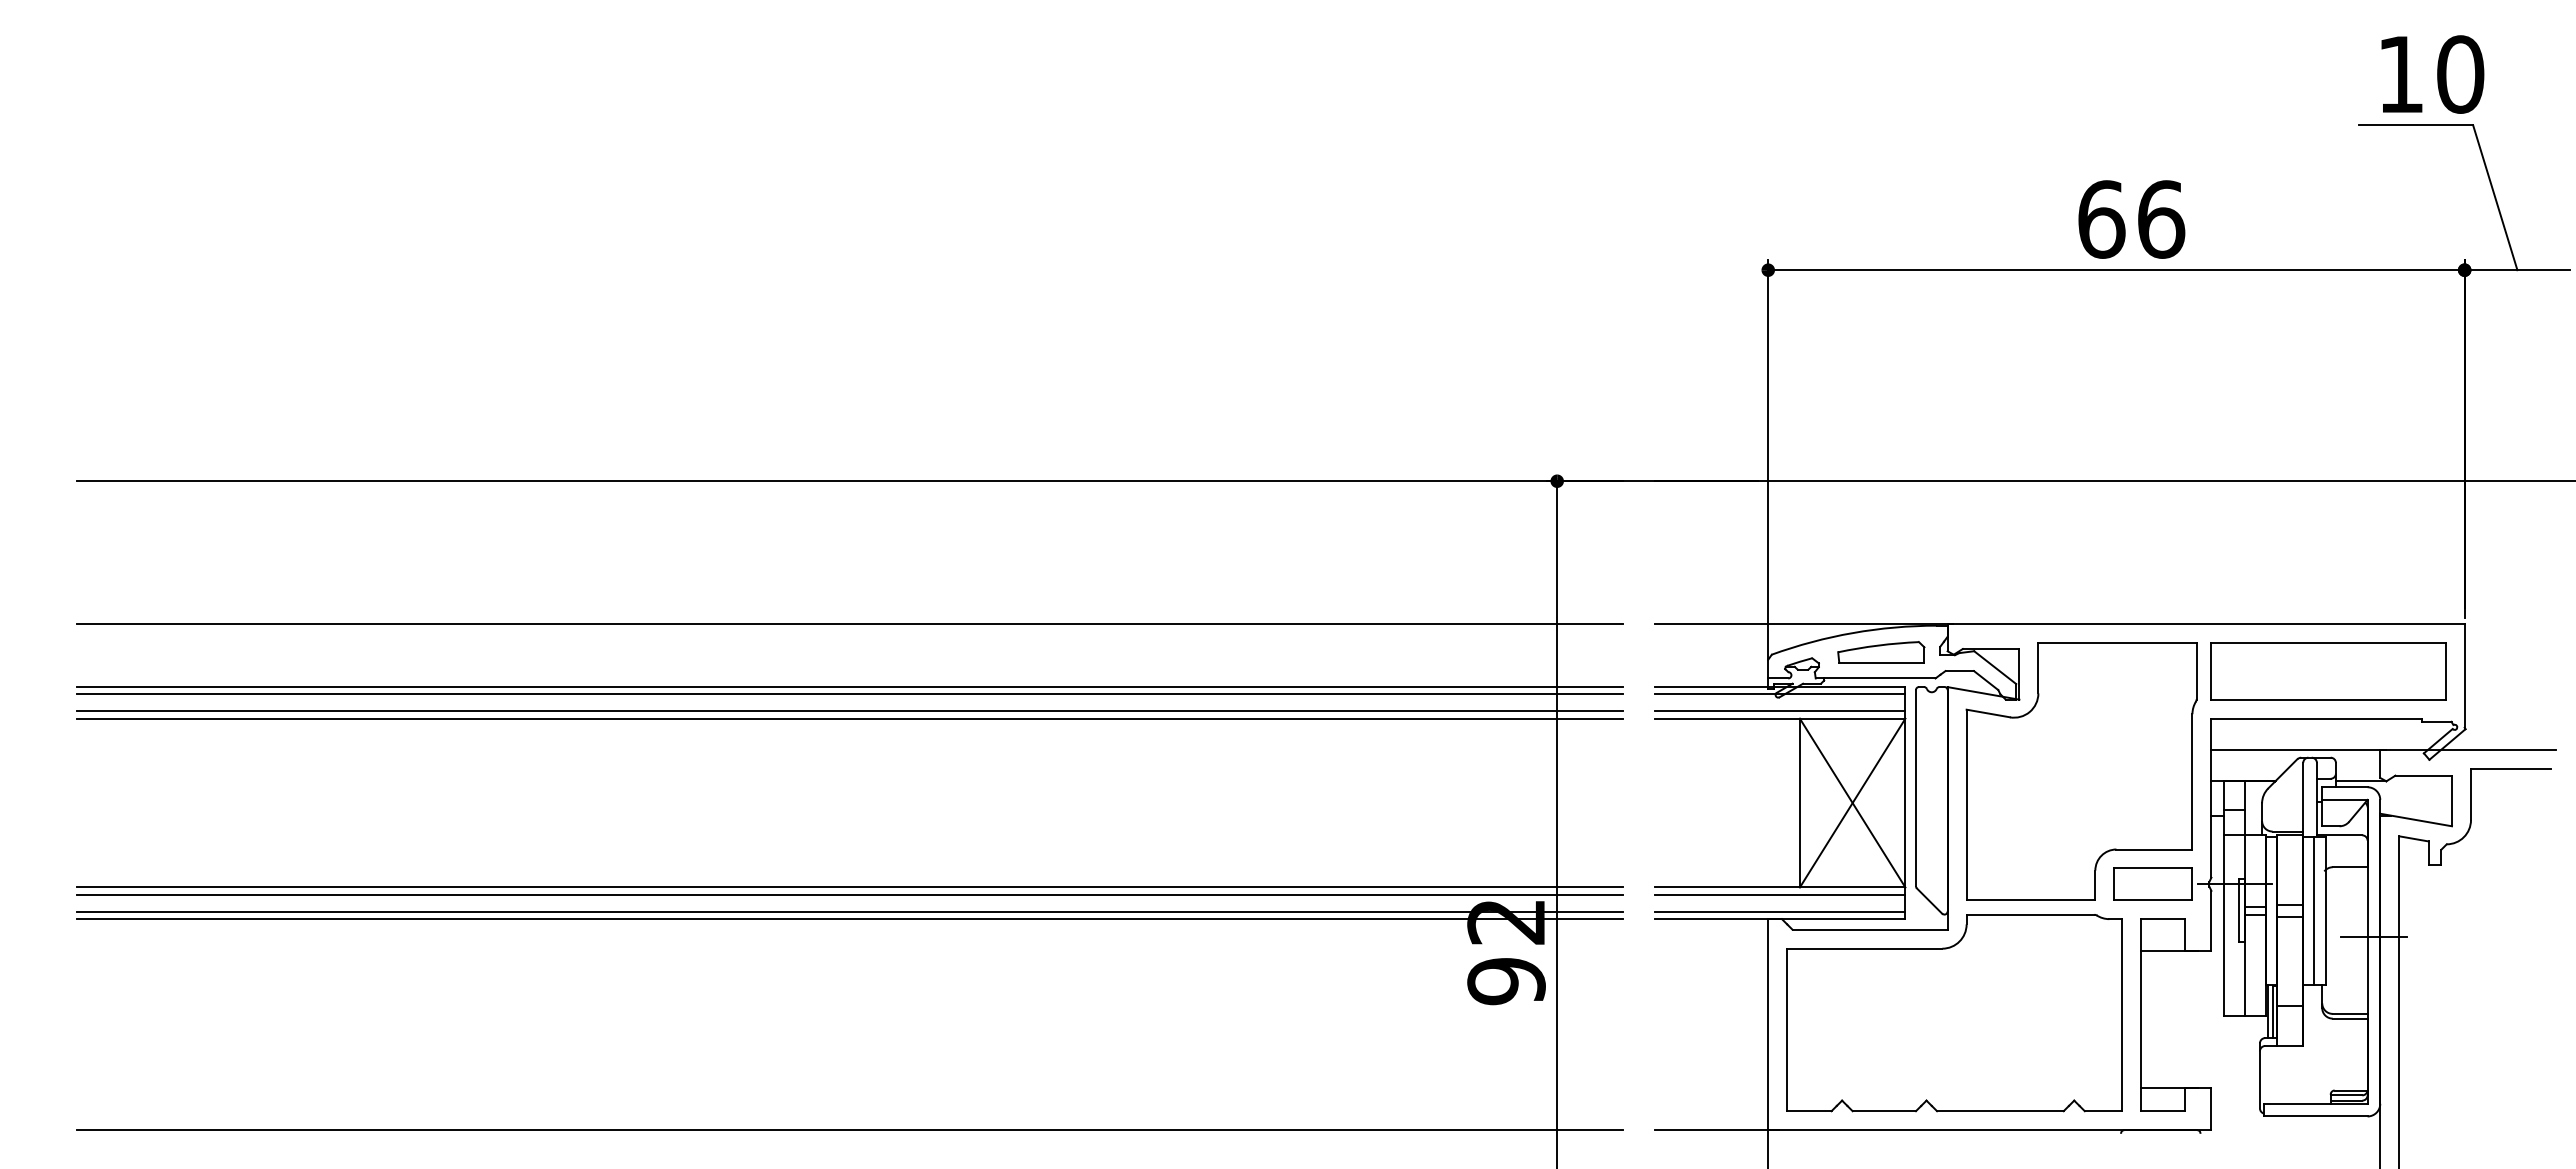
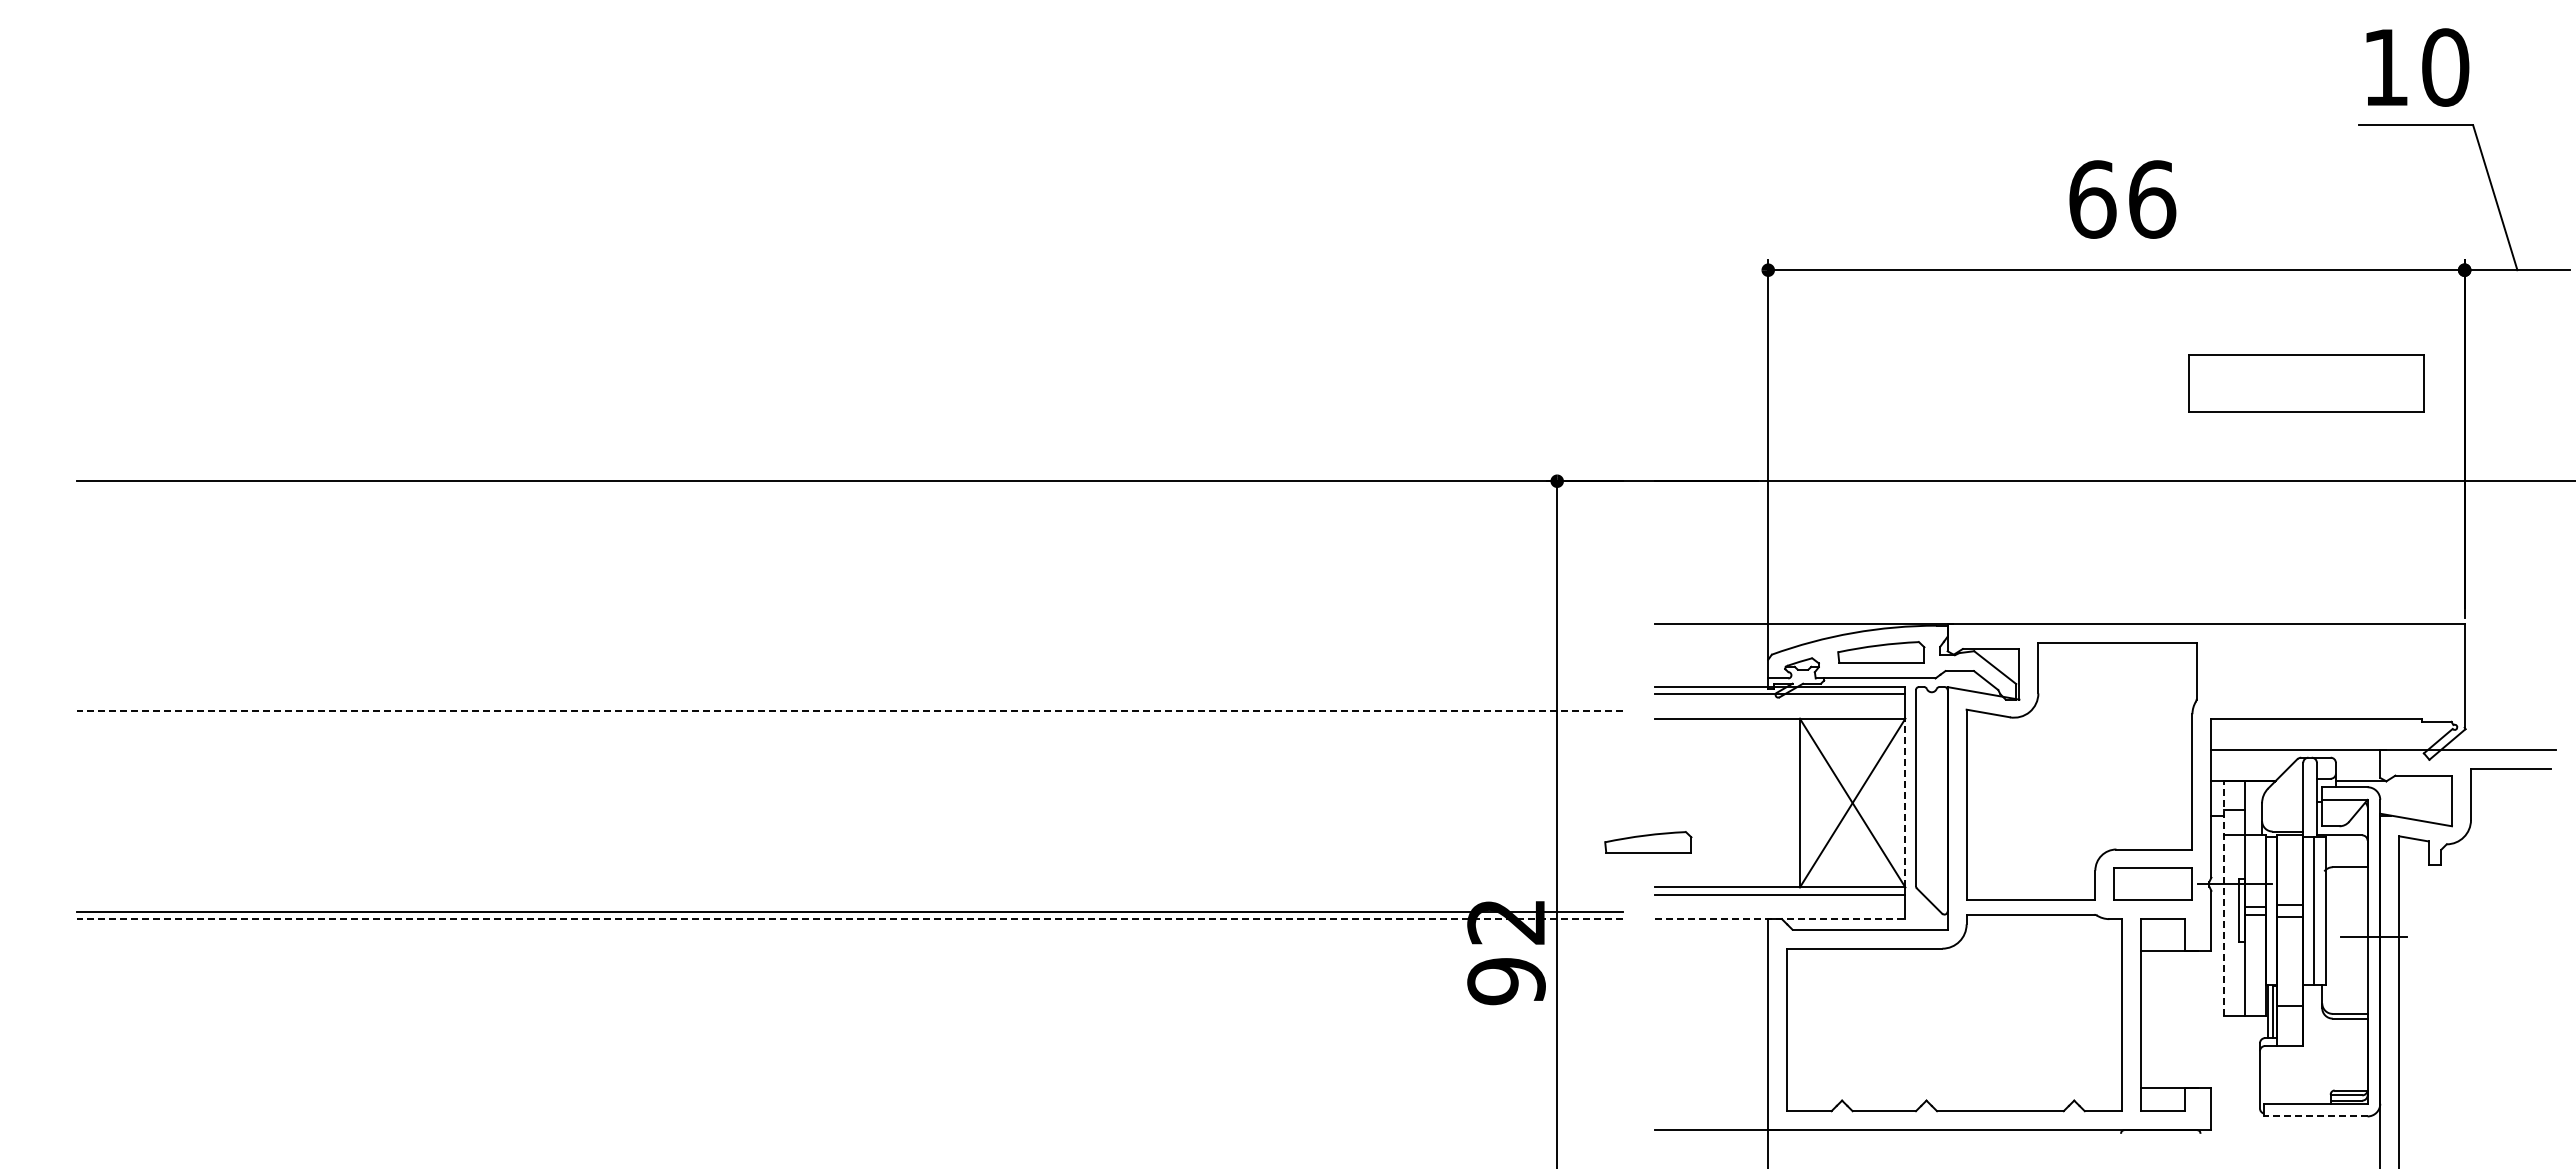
text at (2432, 74) position: (2432, 74) -> (2417, 67)
text at (2131, 219) position: (2131, 219) -> (2122, 199)
line at (850, 623): present -> none
part at (2328, 671) position: (2328, 671) -> (2306, 383)
line at (850, 687): present -> none
line at (850, 694): present -> none
line at (850, 711): solid -> dashed
line at (1779, 711): present -> none
line at (850, 718): present -> none
line at (1905, 802): solid -> dashed
part at (1648, 842): none -> present
line at (850, 887): present -> none
line at (850, 894): present -> none
line at (2224, 898): solid -> dashed
line at (1779, 911): present -> none
line at (850, 919): solid -> dashed
line at (1780, 919): solid -> dashed
line at (2315, 1116): solid -> dashed
line at (850, 1130): present -> none
